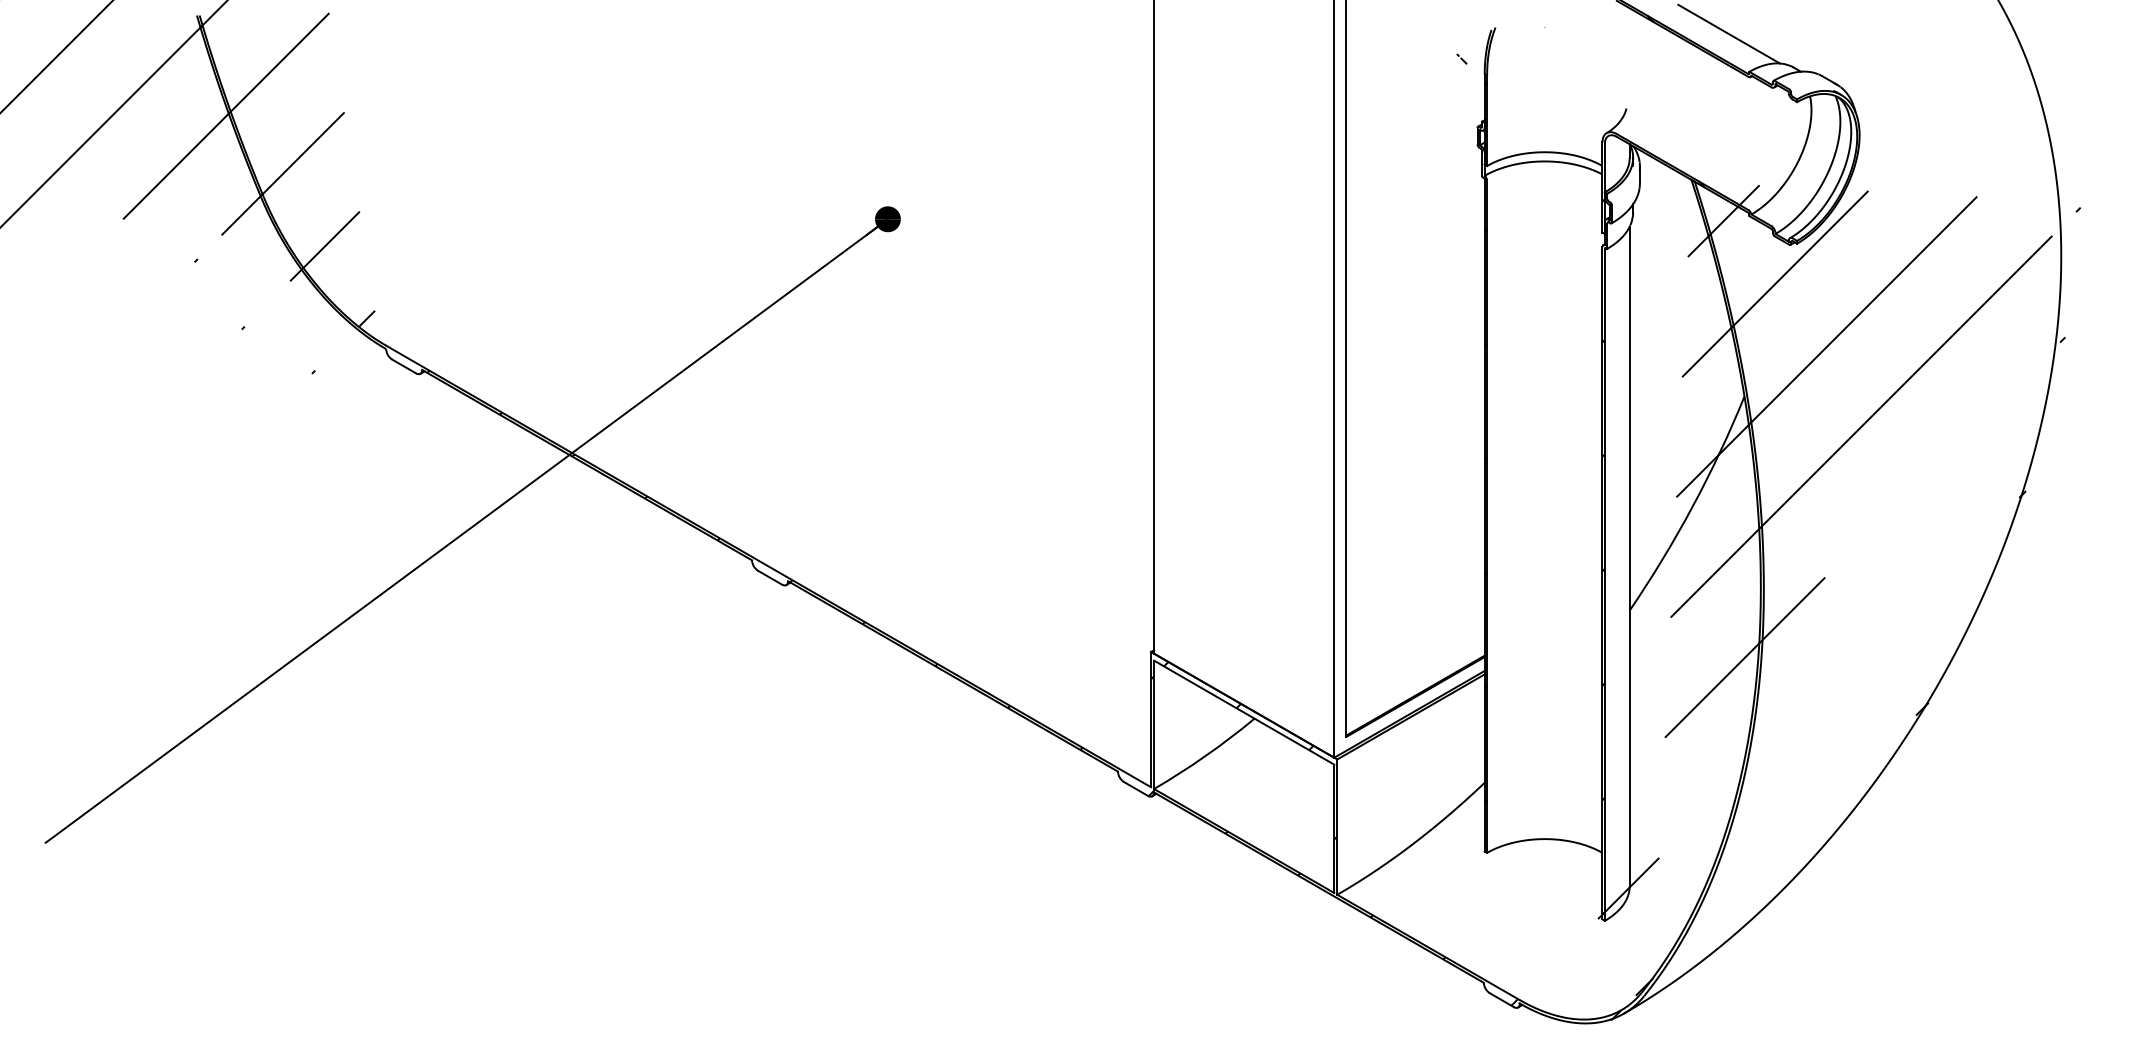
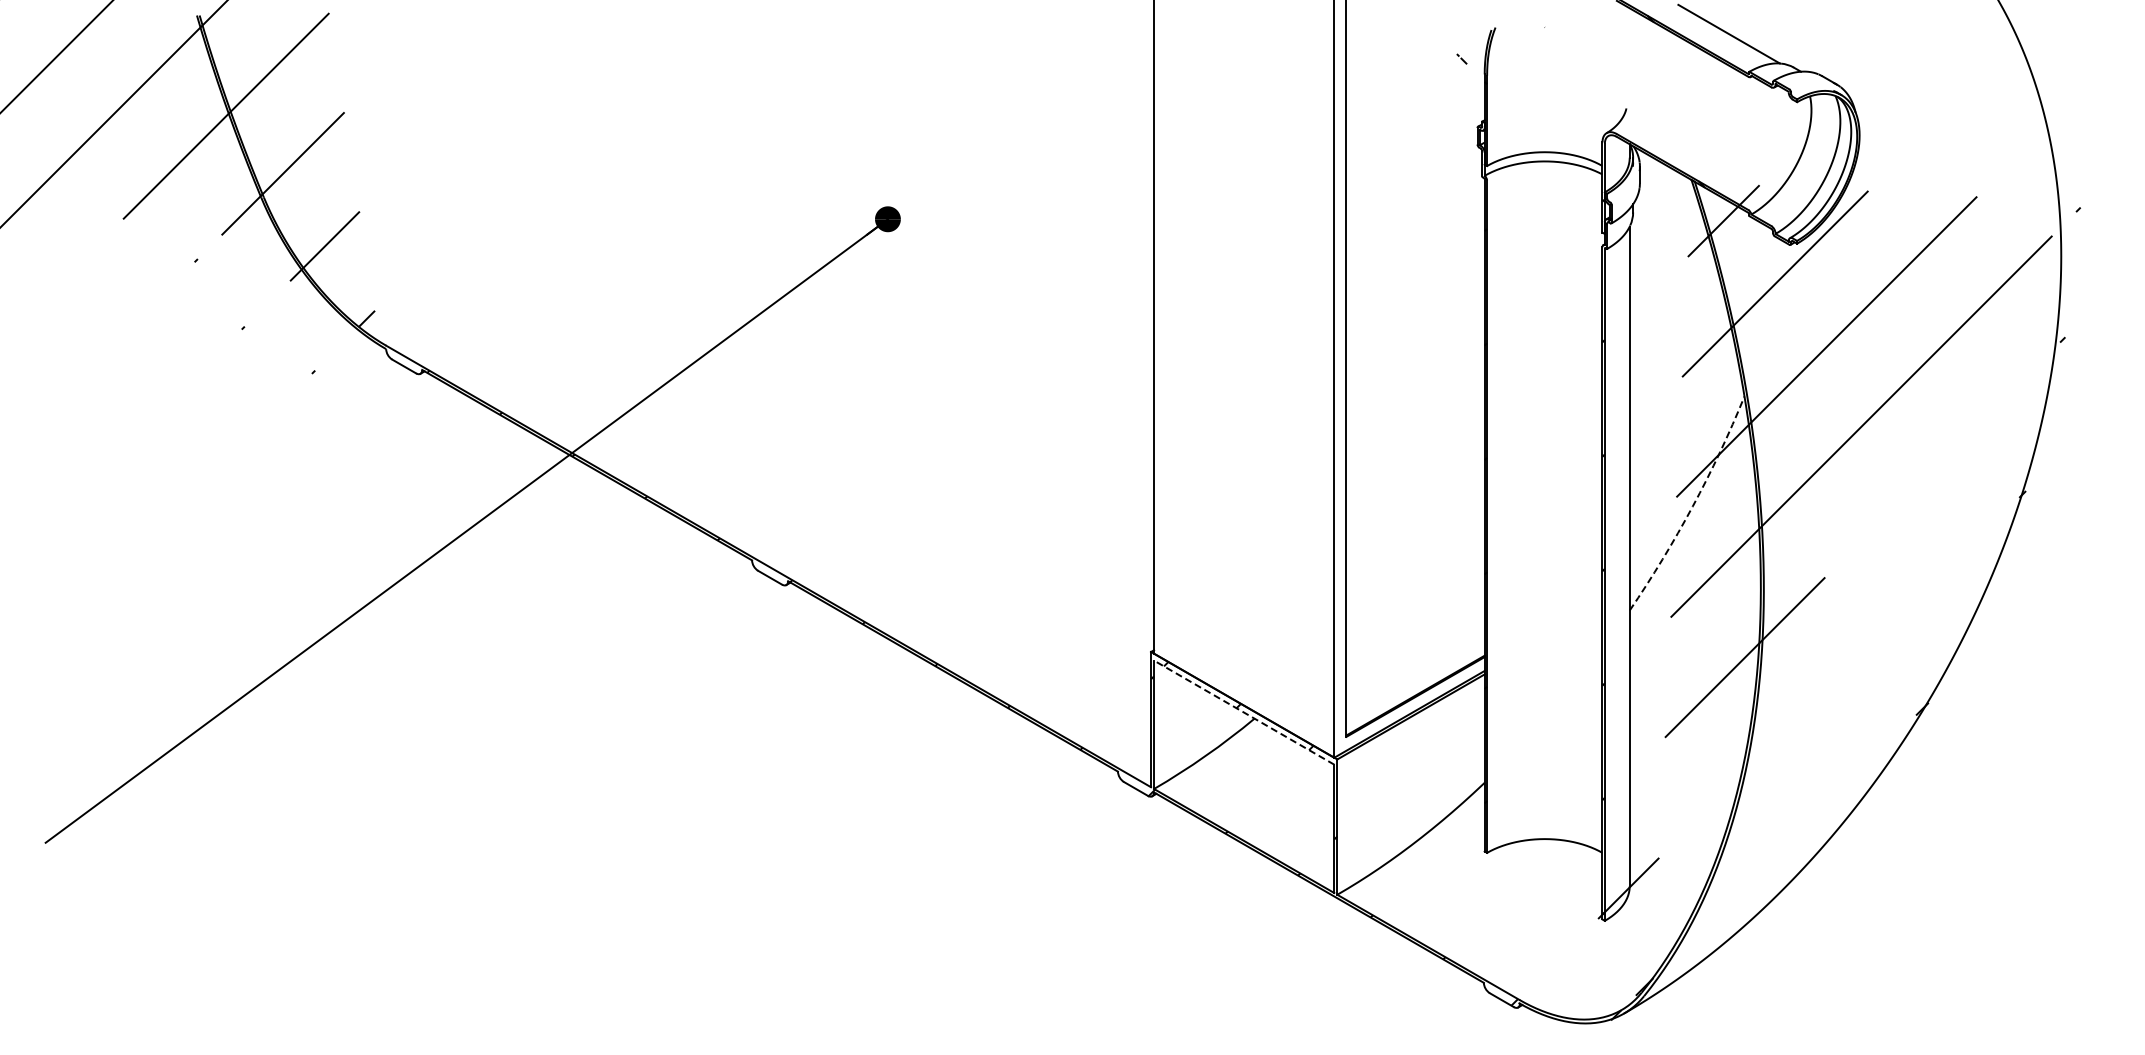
arc at (1692, 506): solid -> dashed
line at (1243, 712): solid -> dashed
